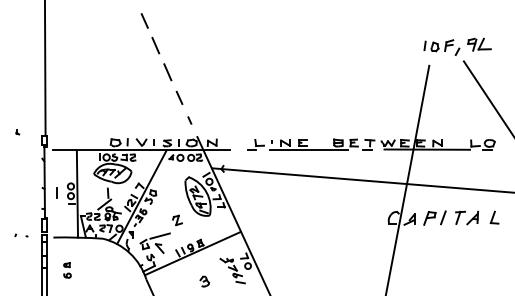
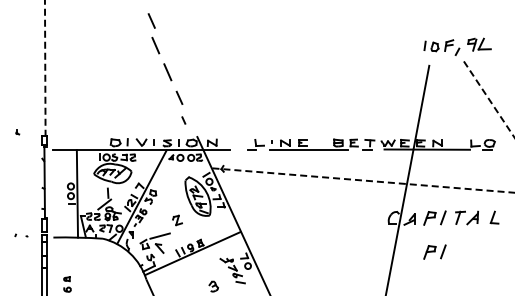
line at (144, 20) position: (144, 20) -> (151, 20)
line at (45, 68): solid -> dashed
line at (489, 99): solid -> dashed
line at (189, 120) position: (189, 120) -> (183, 120)
line at (363, 180): solid -> dashed
line at (56, 192): present -> none
part at (434, 251): none -> present
part at (67, 270) position: (67, 270) -> (67, 284)
part at (204, 281) position: (204, 281) -> (213, 286)
